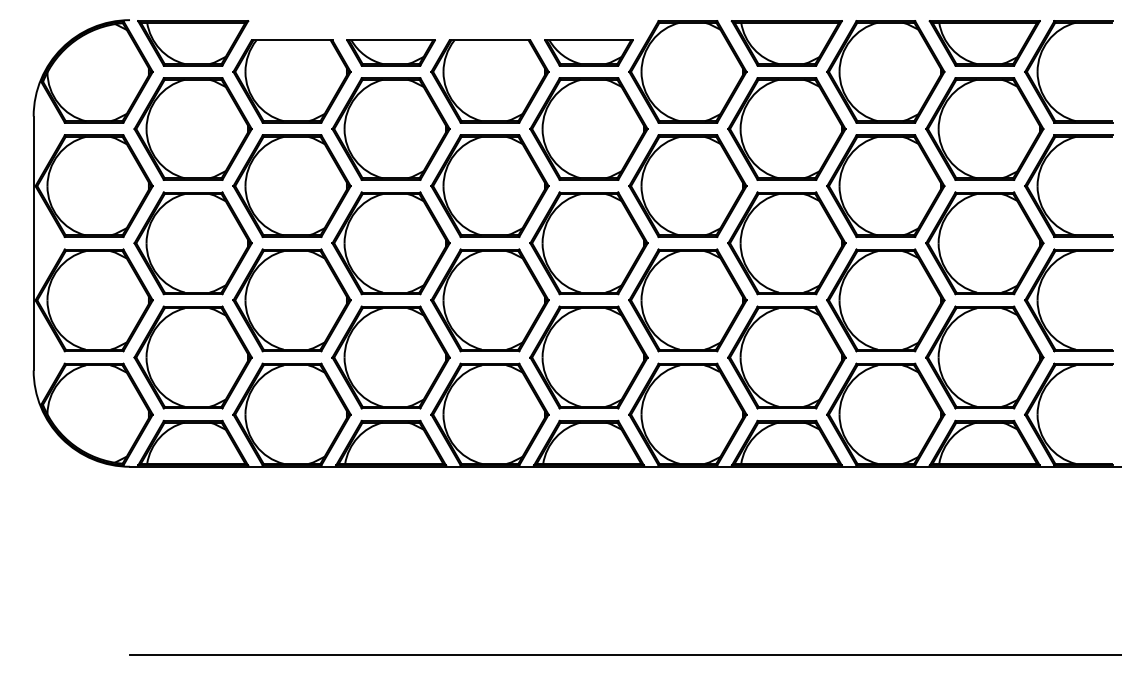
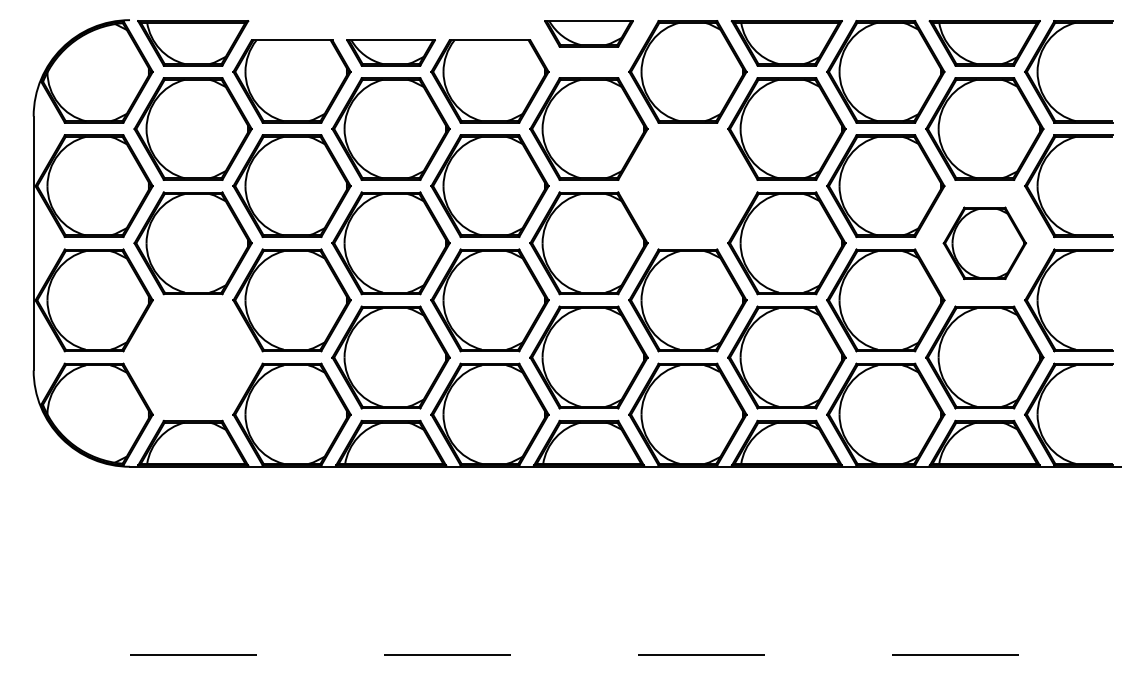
part at (588, 52) position: (588, 52) -> (588, 33)
part at (687, 186): present -> none
part at (984, 243) size: 120x105 px -> 86x74 px
part at (192, 357): present -> none
line at (625, 654): solid -> dashed
